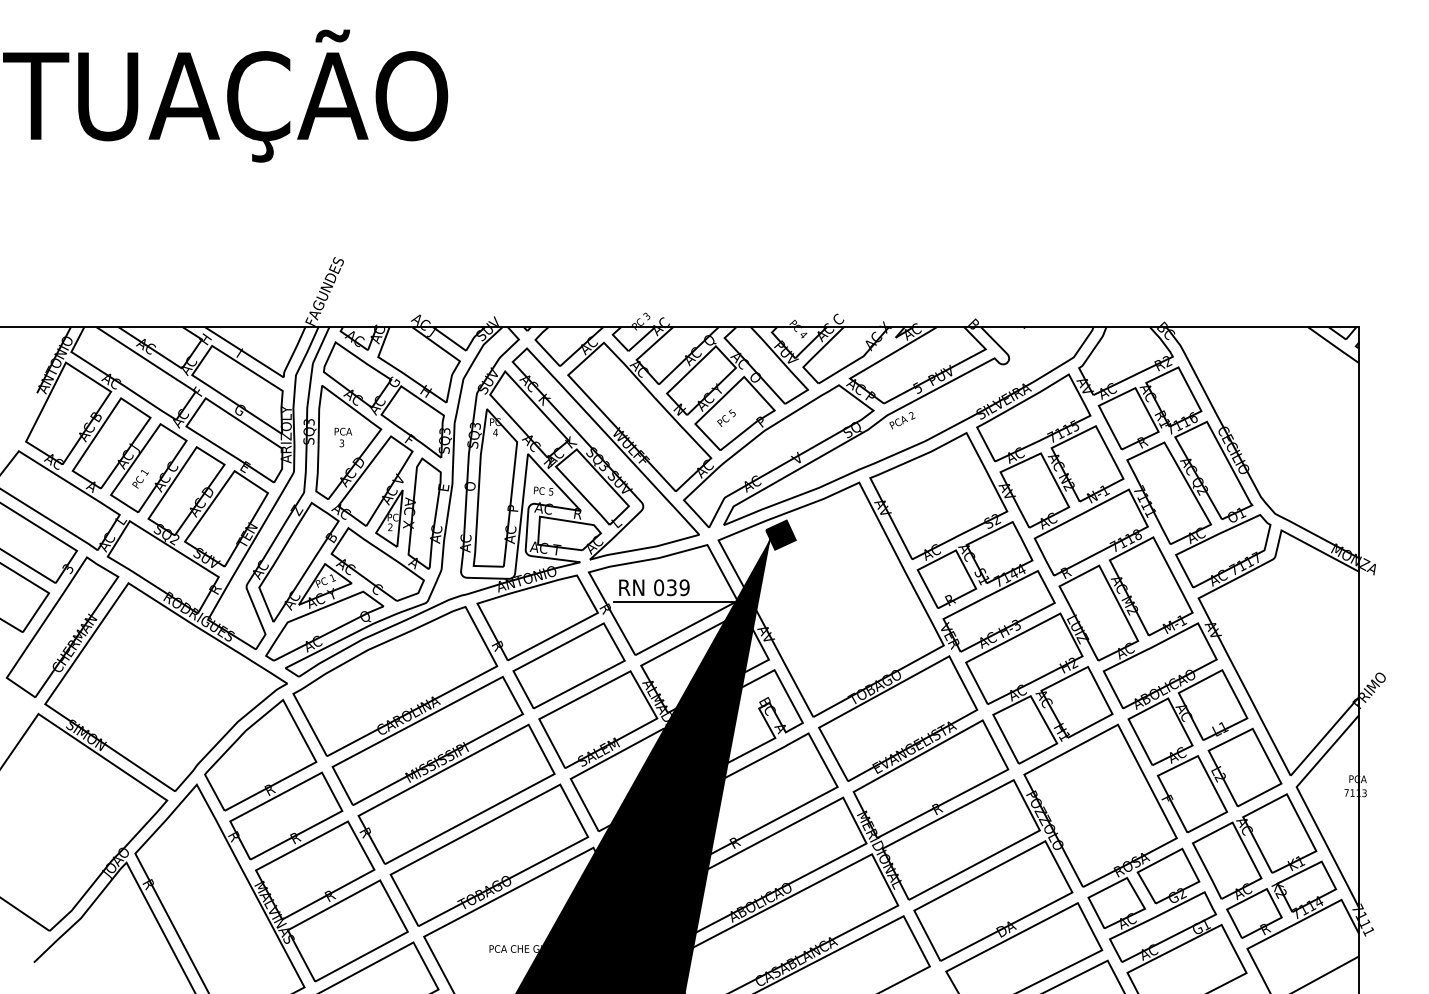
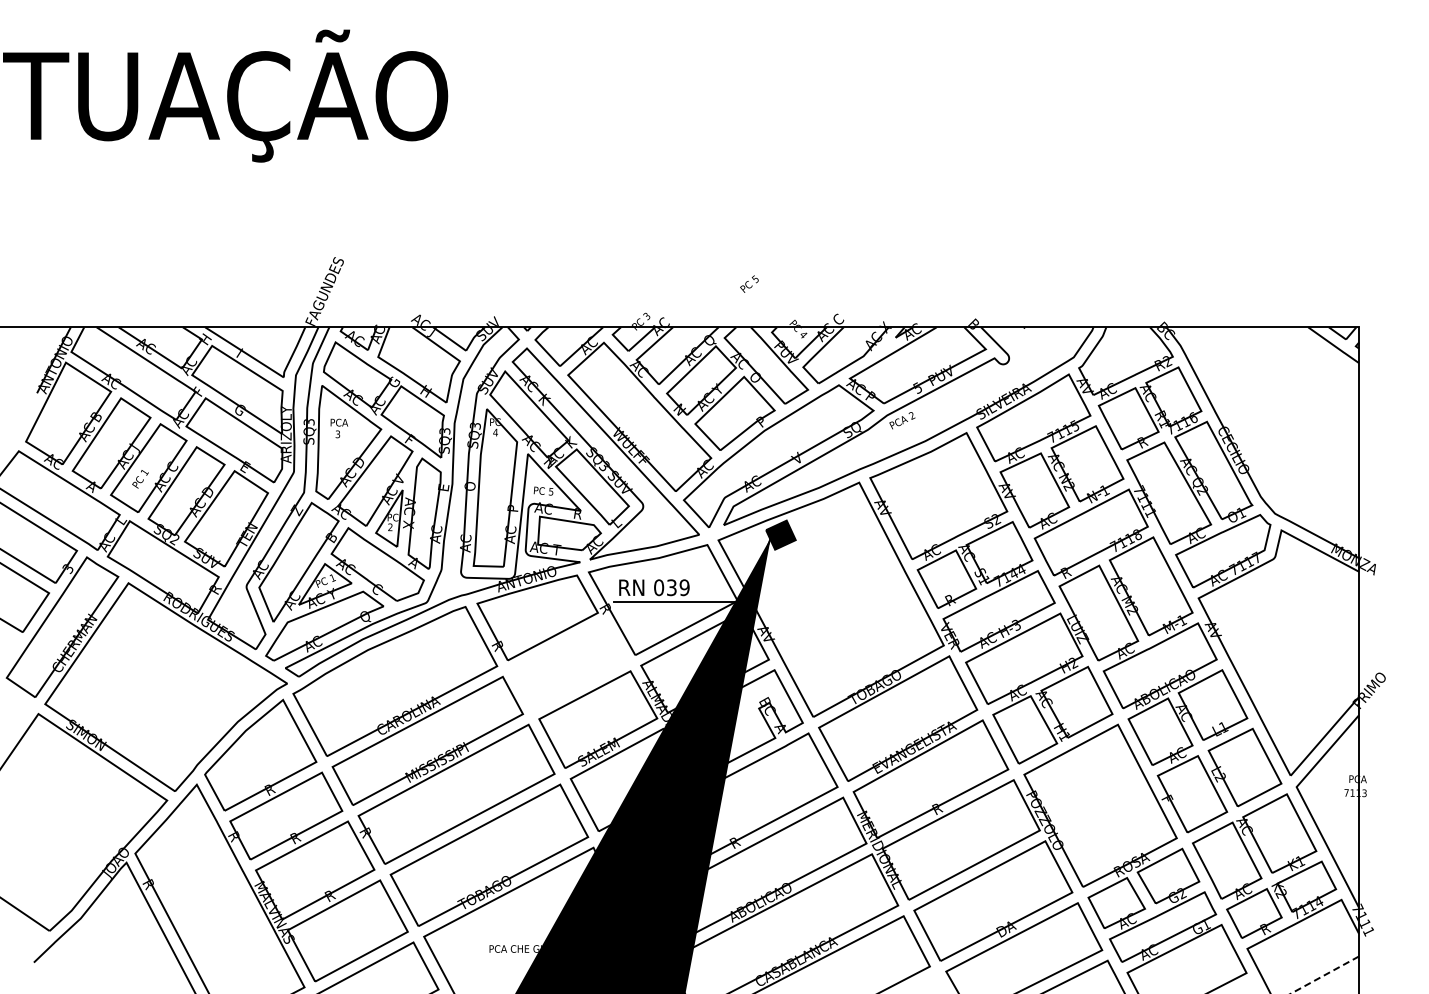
text at (726, 417) position: (726, 417) -> (749, 283)
text at (343, 437) position: (343, 437) -> (339, 428)
part at (568, 665): present -> none
line at (1324, 975): solid -> dashed
